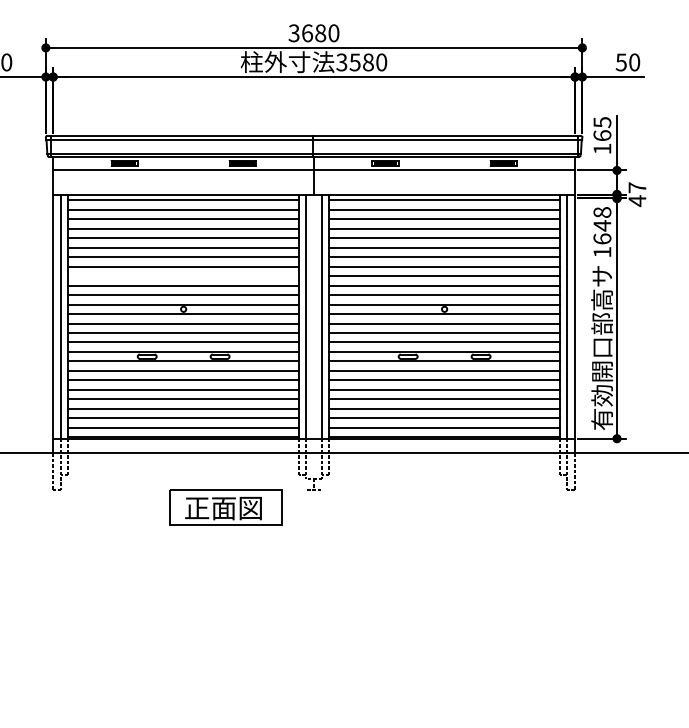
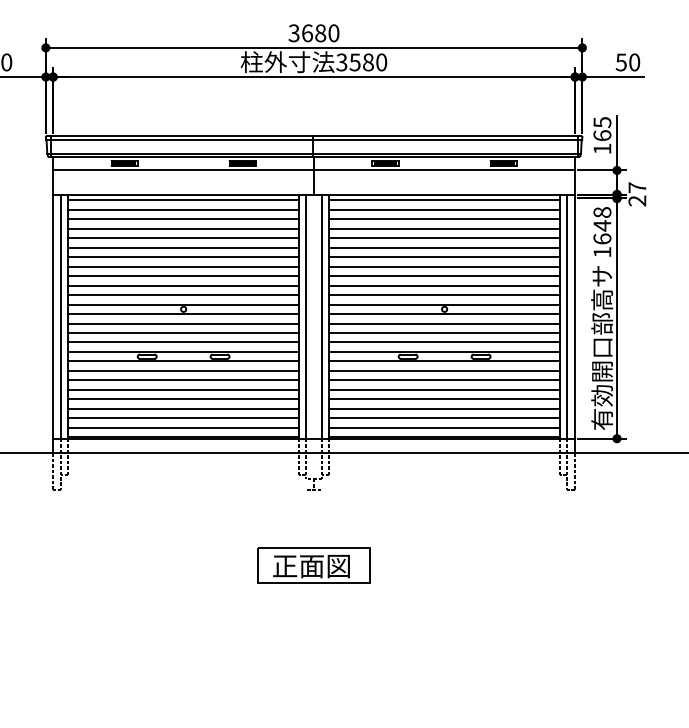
text at (637, 201): 47 -> 27
line at (183, 276): none -> present
part at (225, 507) position: (225, 507) -> (313, 565)
